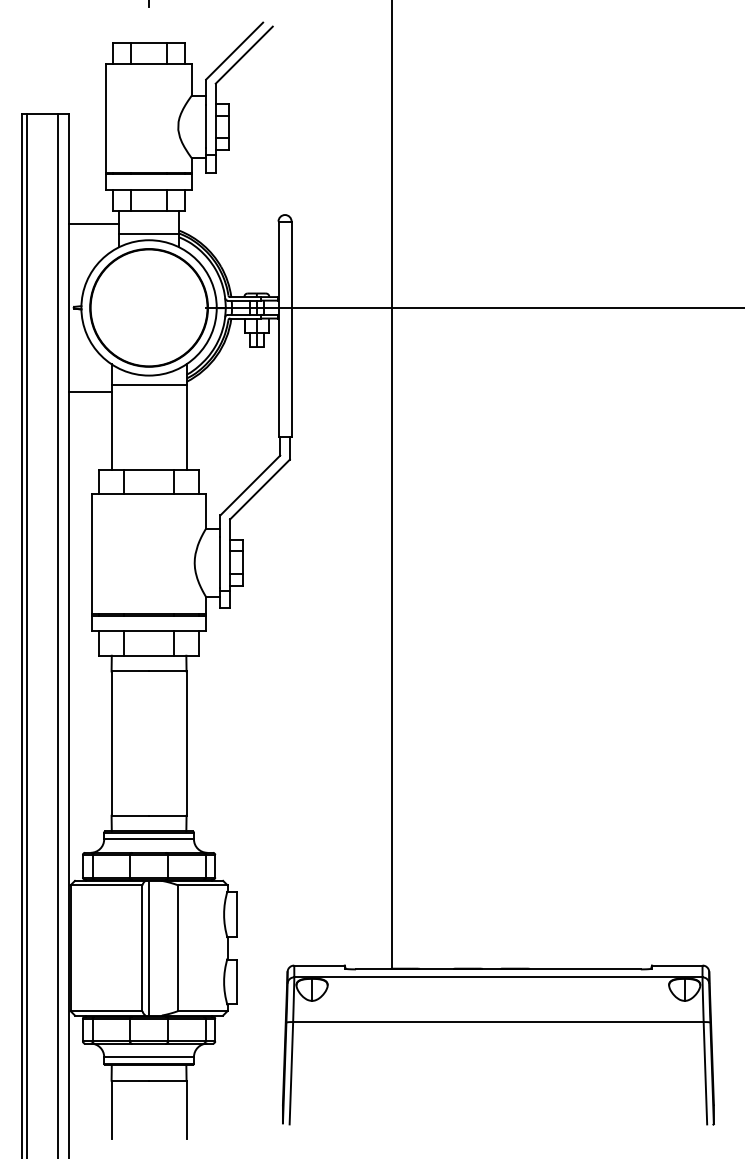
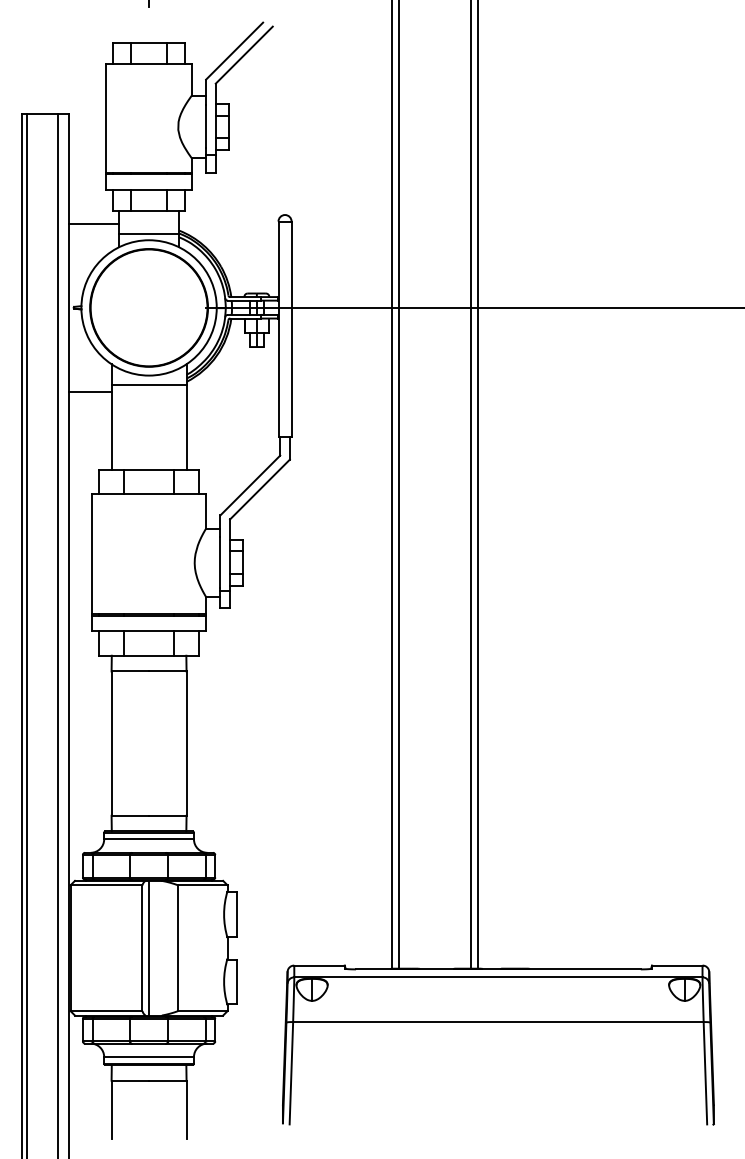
line at (399, 485): none -> present
line at (470, 485): none -> present
line at (477, 485): none -> present
